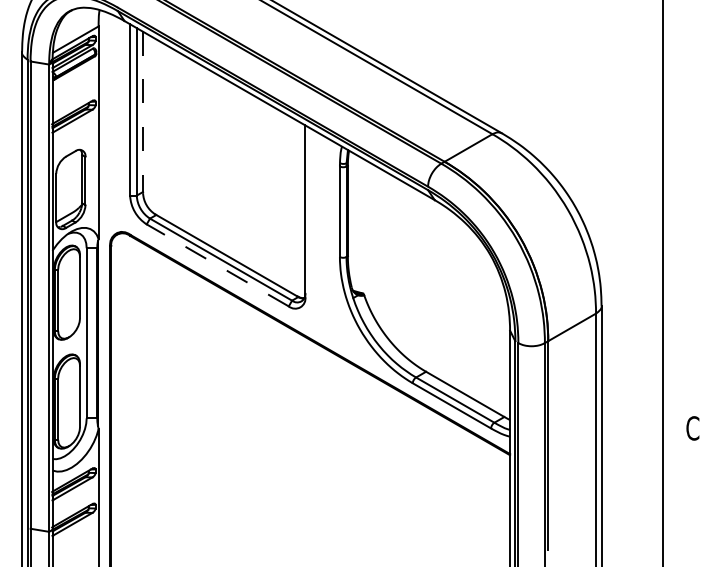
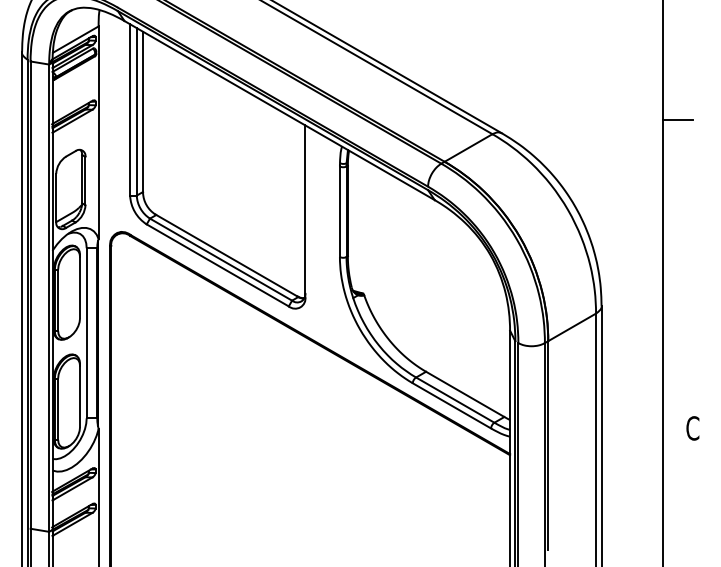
line at (143, 112): dashed -> solid
line at (678, 119): none -> present
line at (217, 265): dashed -> solid
